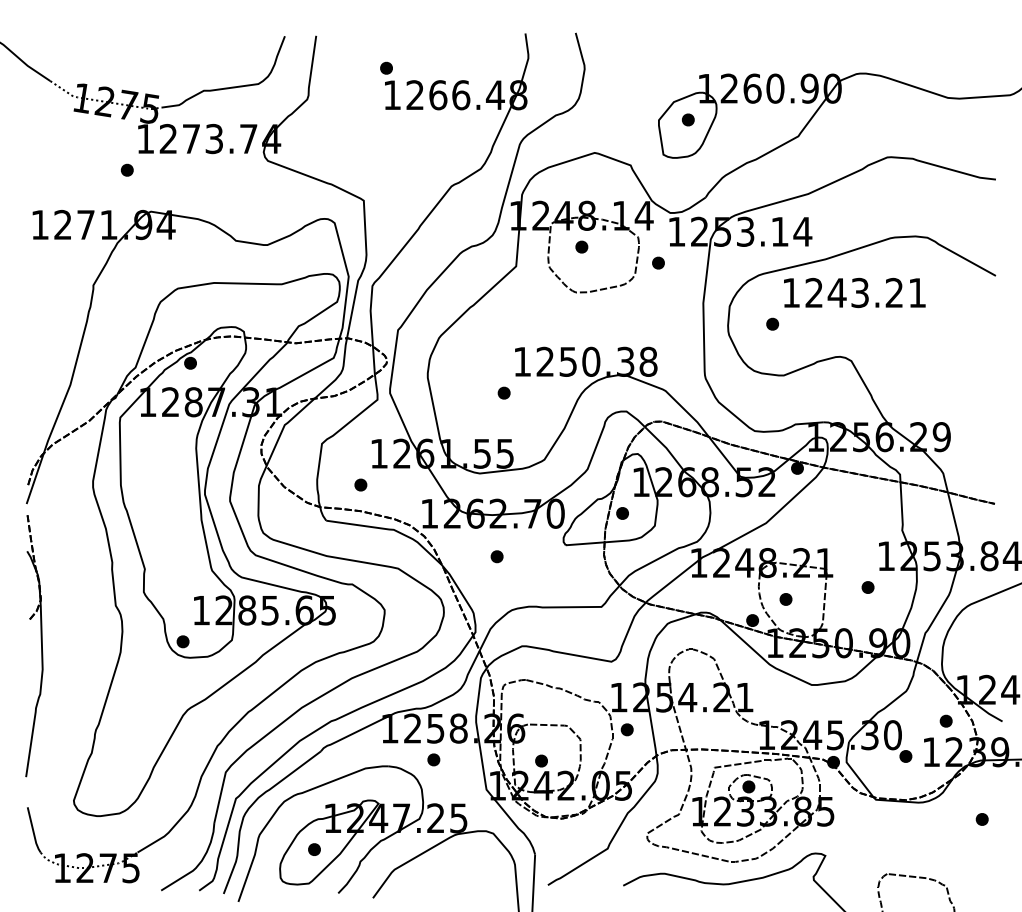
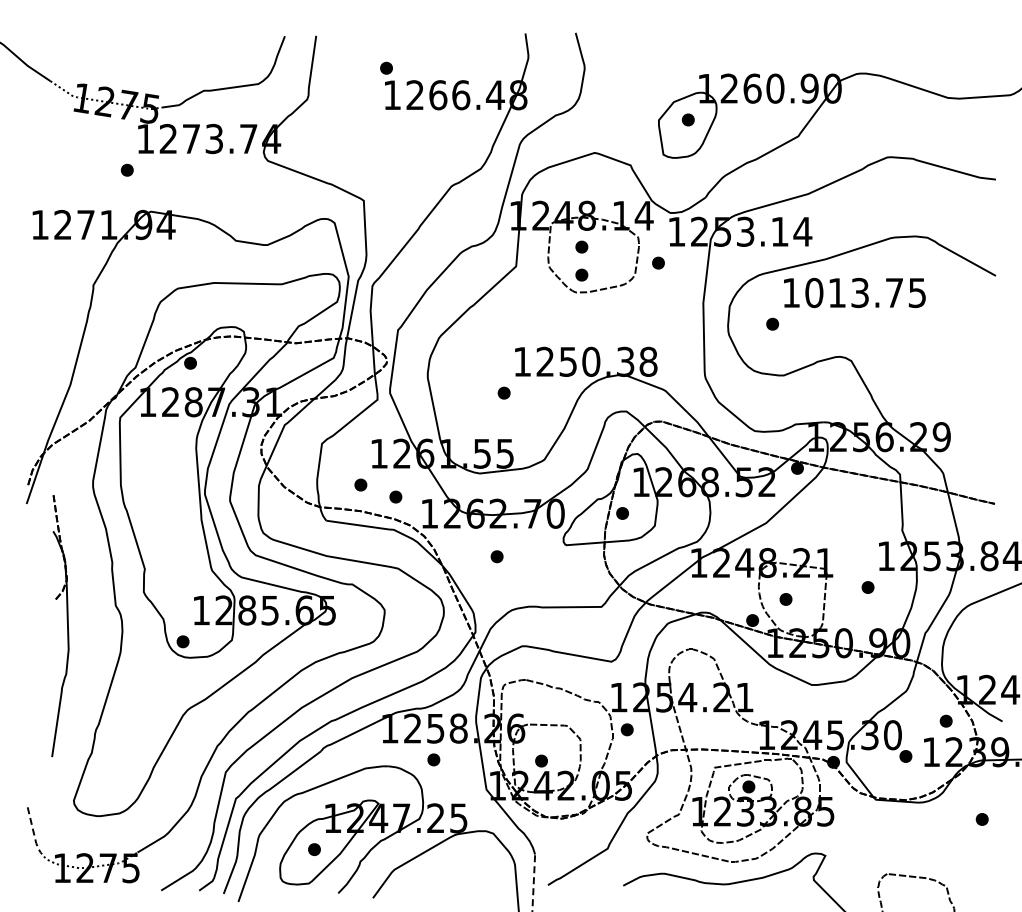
part at (581, 274): none -> present
text at (865, 292): 1243.21 -> 1013.75
part at (395, 496): none -> present
part at (41, 646) position: (41, 646) -> (67, 626)
line at (33, 831): solid -> dashed
line at (533, 882): solid -> dashed
